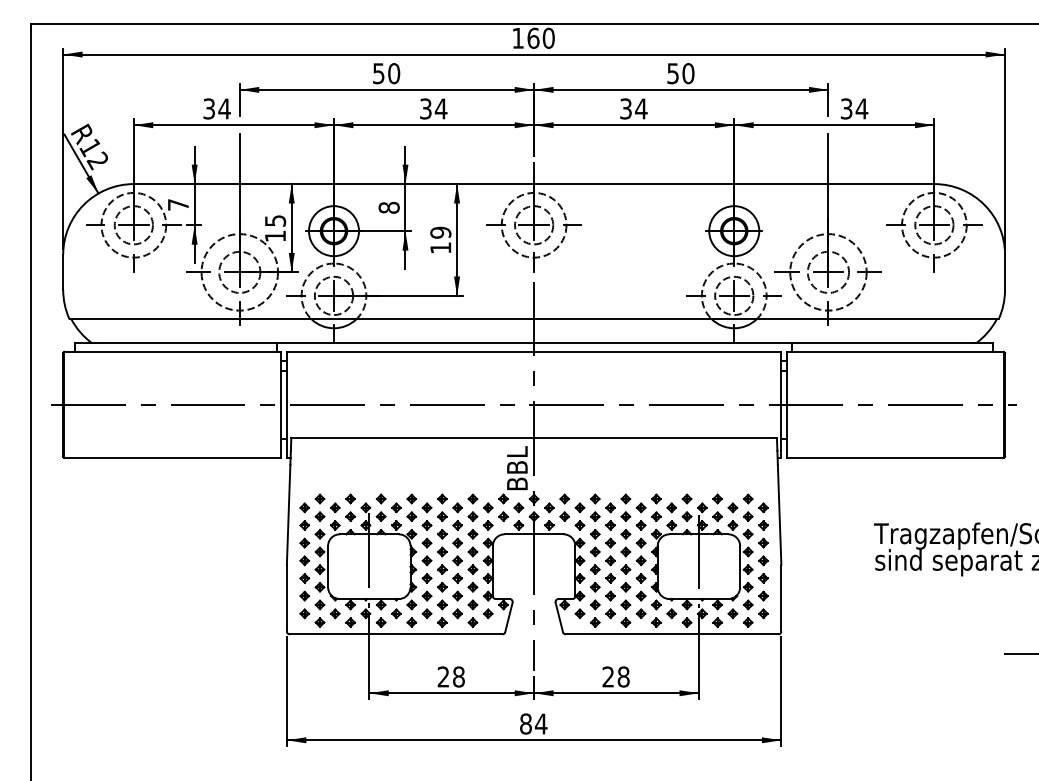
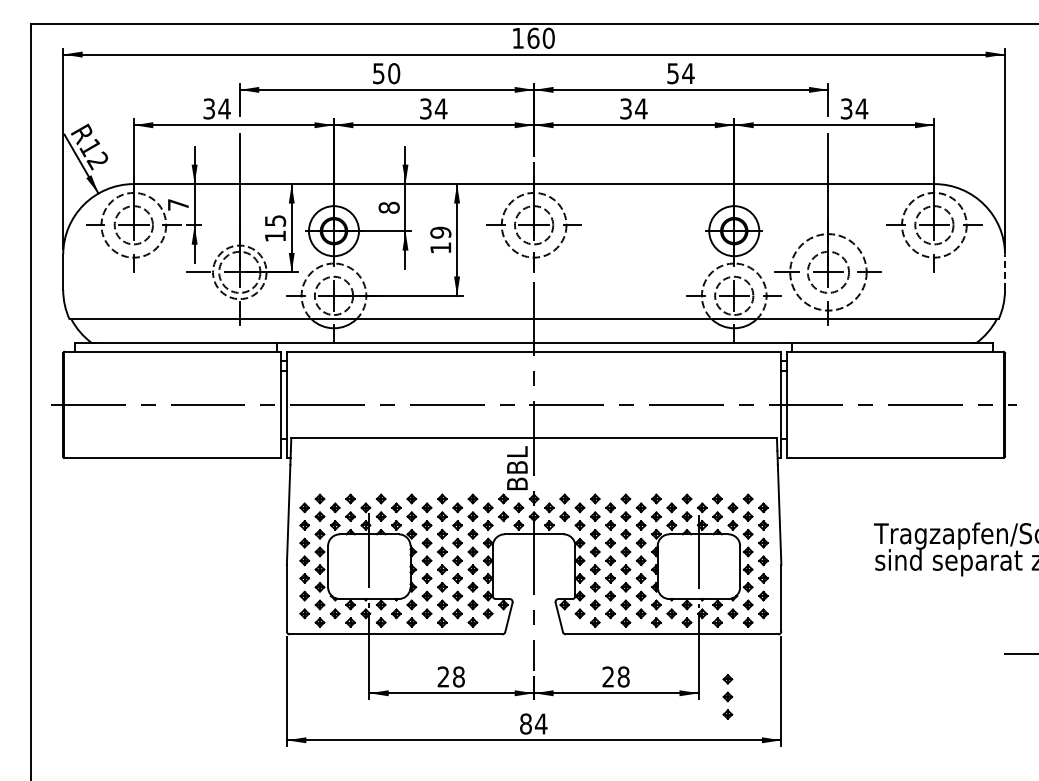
text at (688, 73): 50 -> 54
circle at (239, 272) diameter: 77 px -> 54 px
line at (1005, 272): solid -> dashed
part at (727, 696): none -> present
